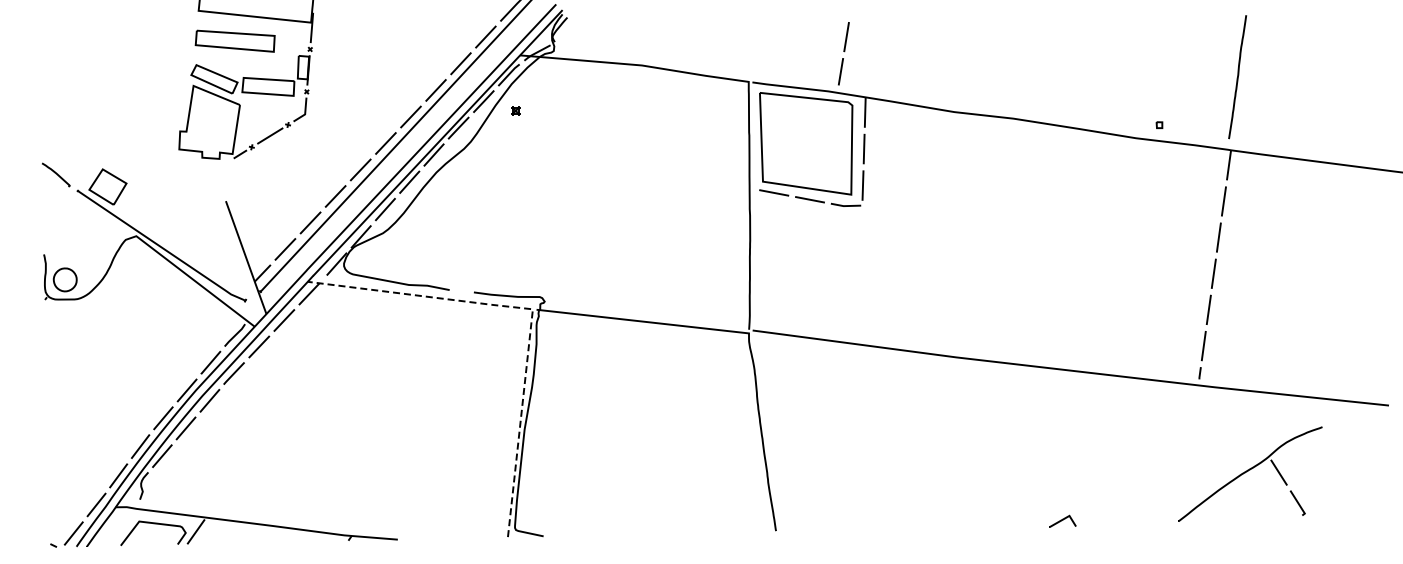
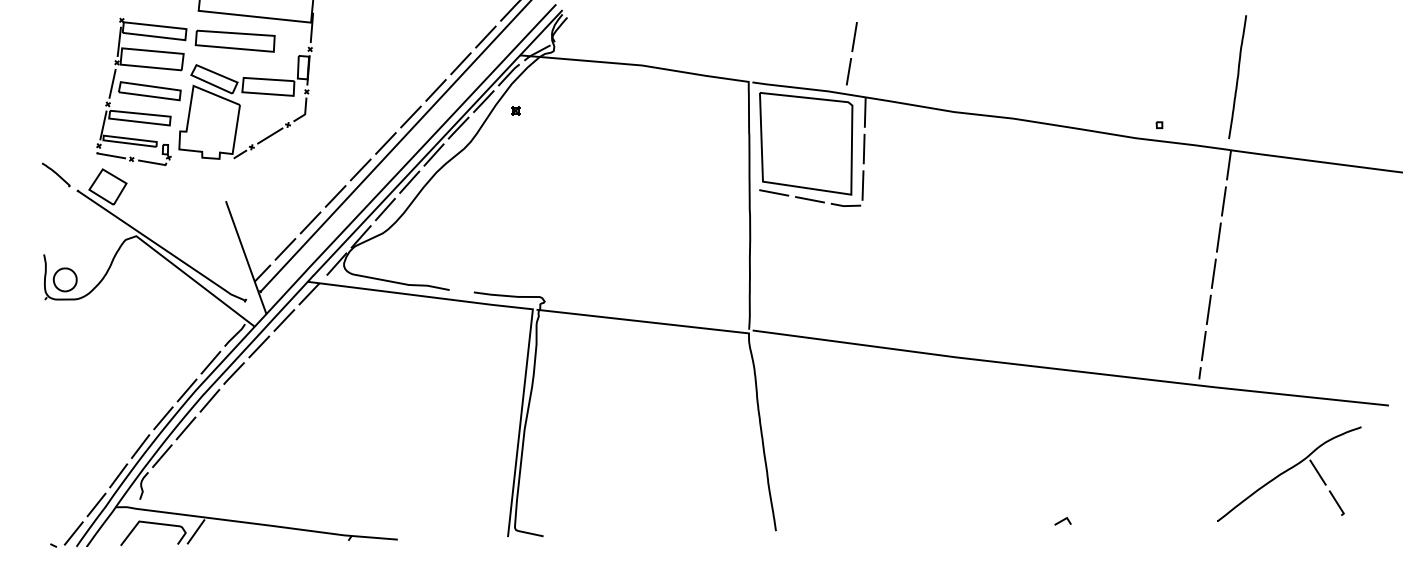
line at (844, 52) position: (844, 52) -> (852, 52)
part at (141, 91): none -> present
line at (532, 309): dashed -> solid
part at (1250, 473) position: (1250, 473) -> (1289, 473)
part at (1062, 520) size: 28x14 px -> 18x9 px
